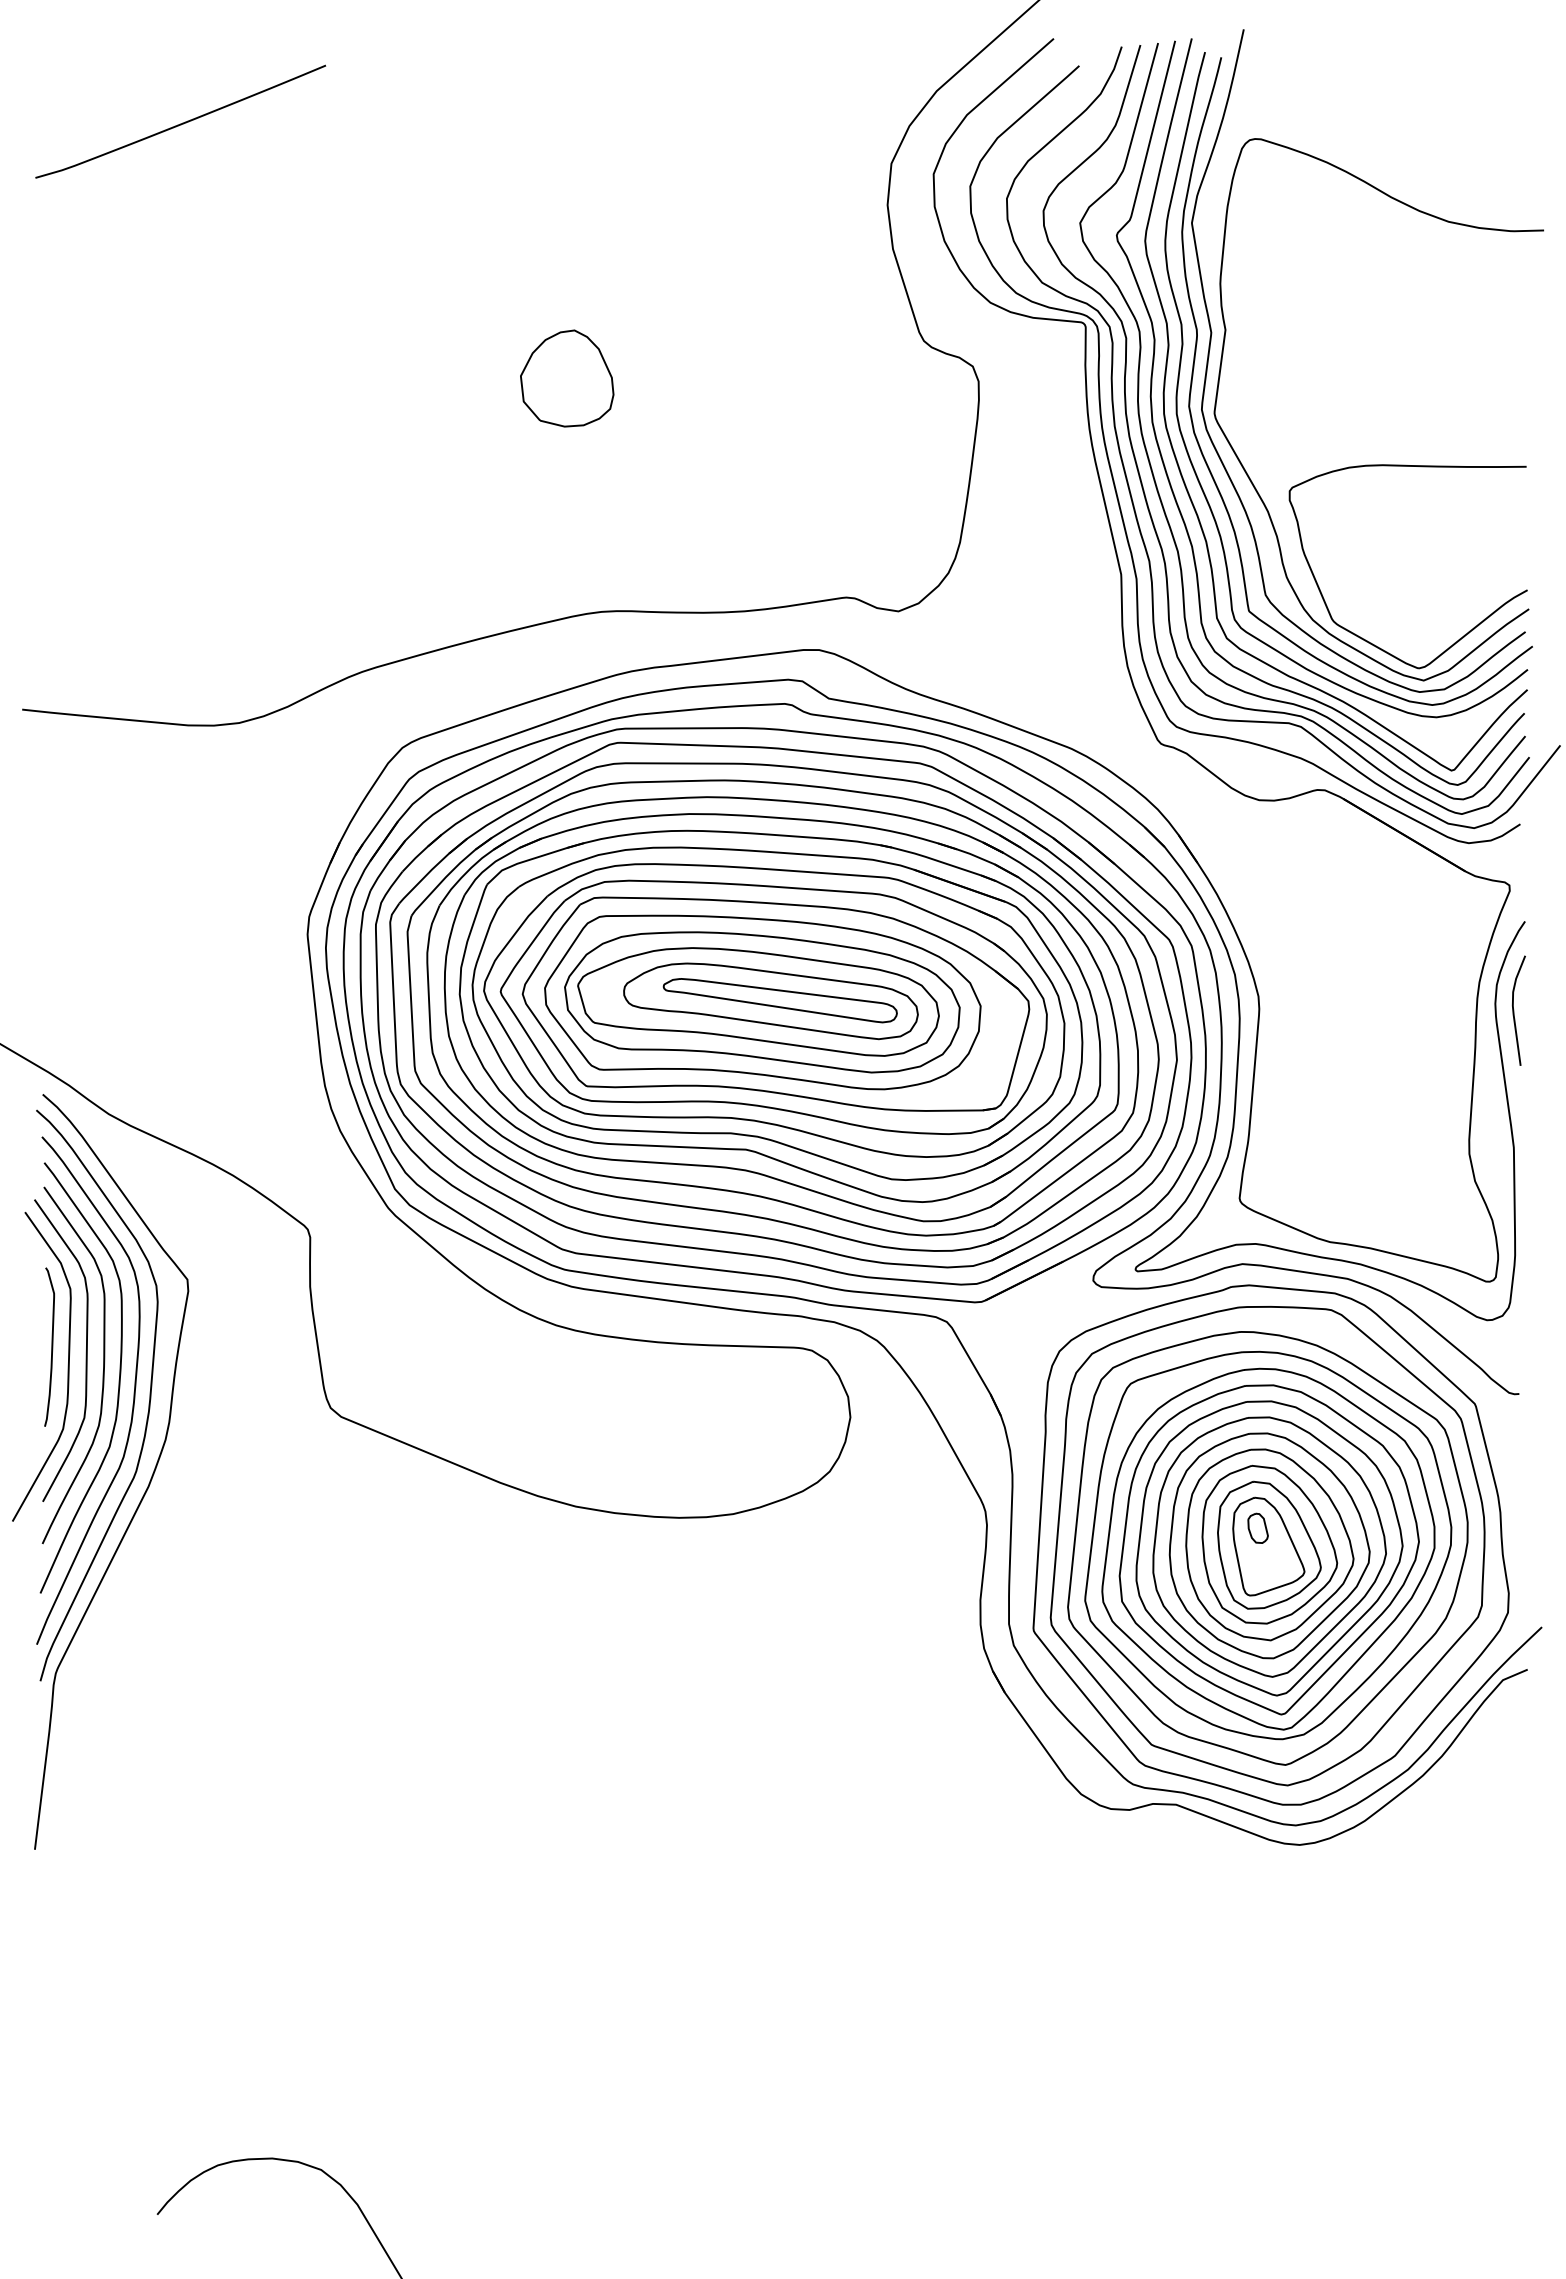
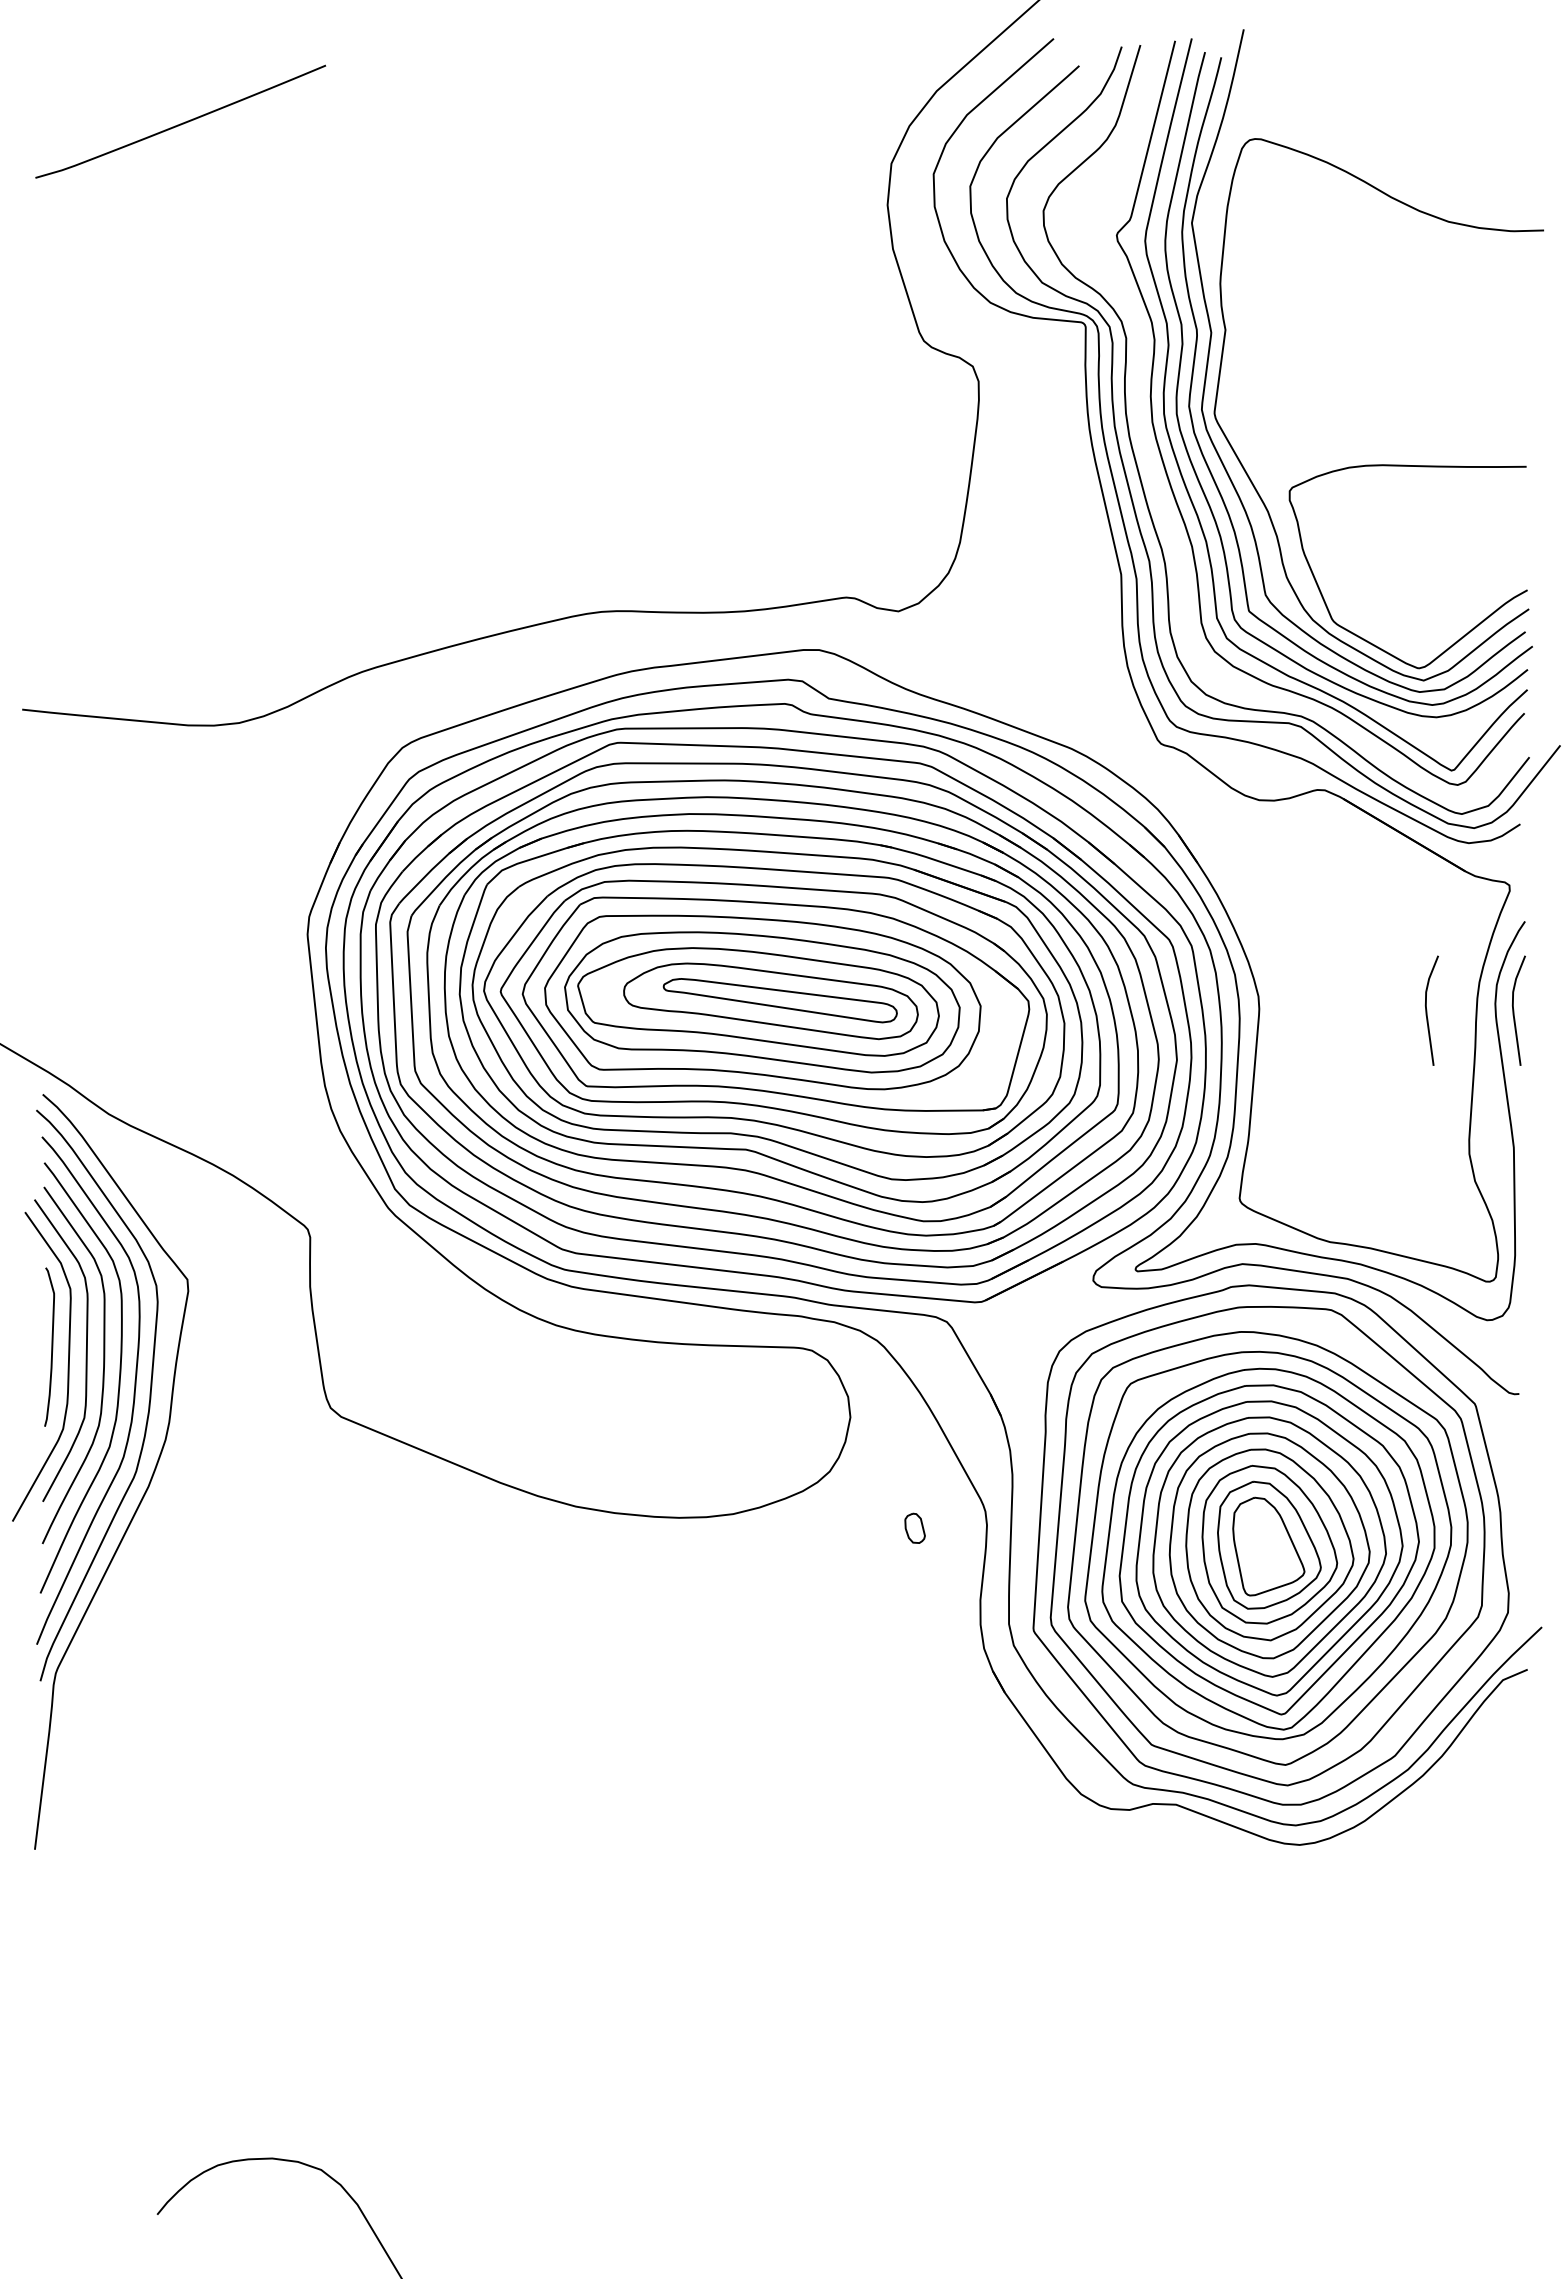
part at (567, 378): present -> none
curve at (1150, 461): present -> none
curve at (1427, 1010): none -> present
part at (1257, 1527) position: (1257, 1527) -> (914, 1527)
